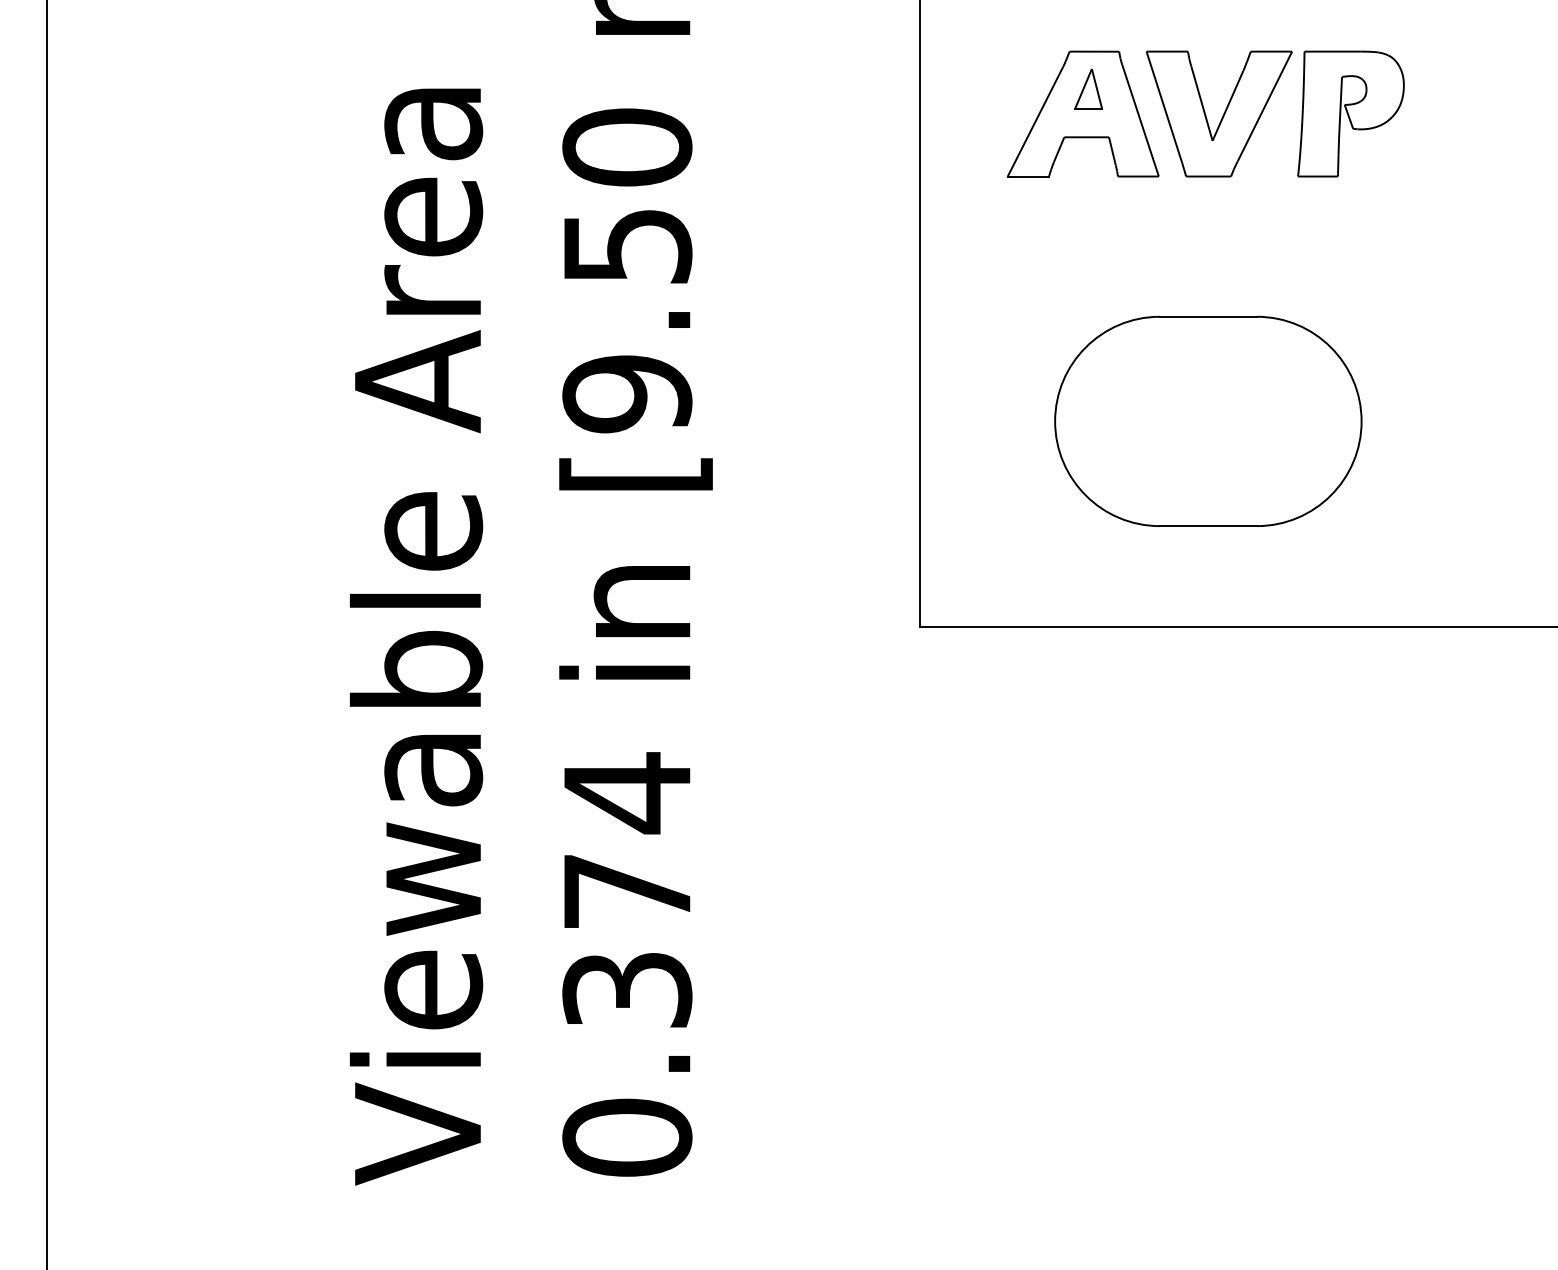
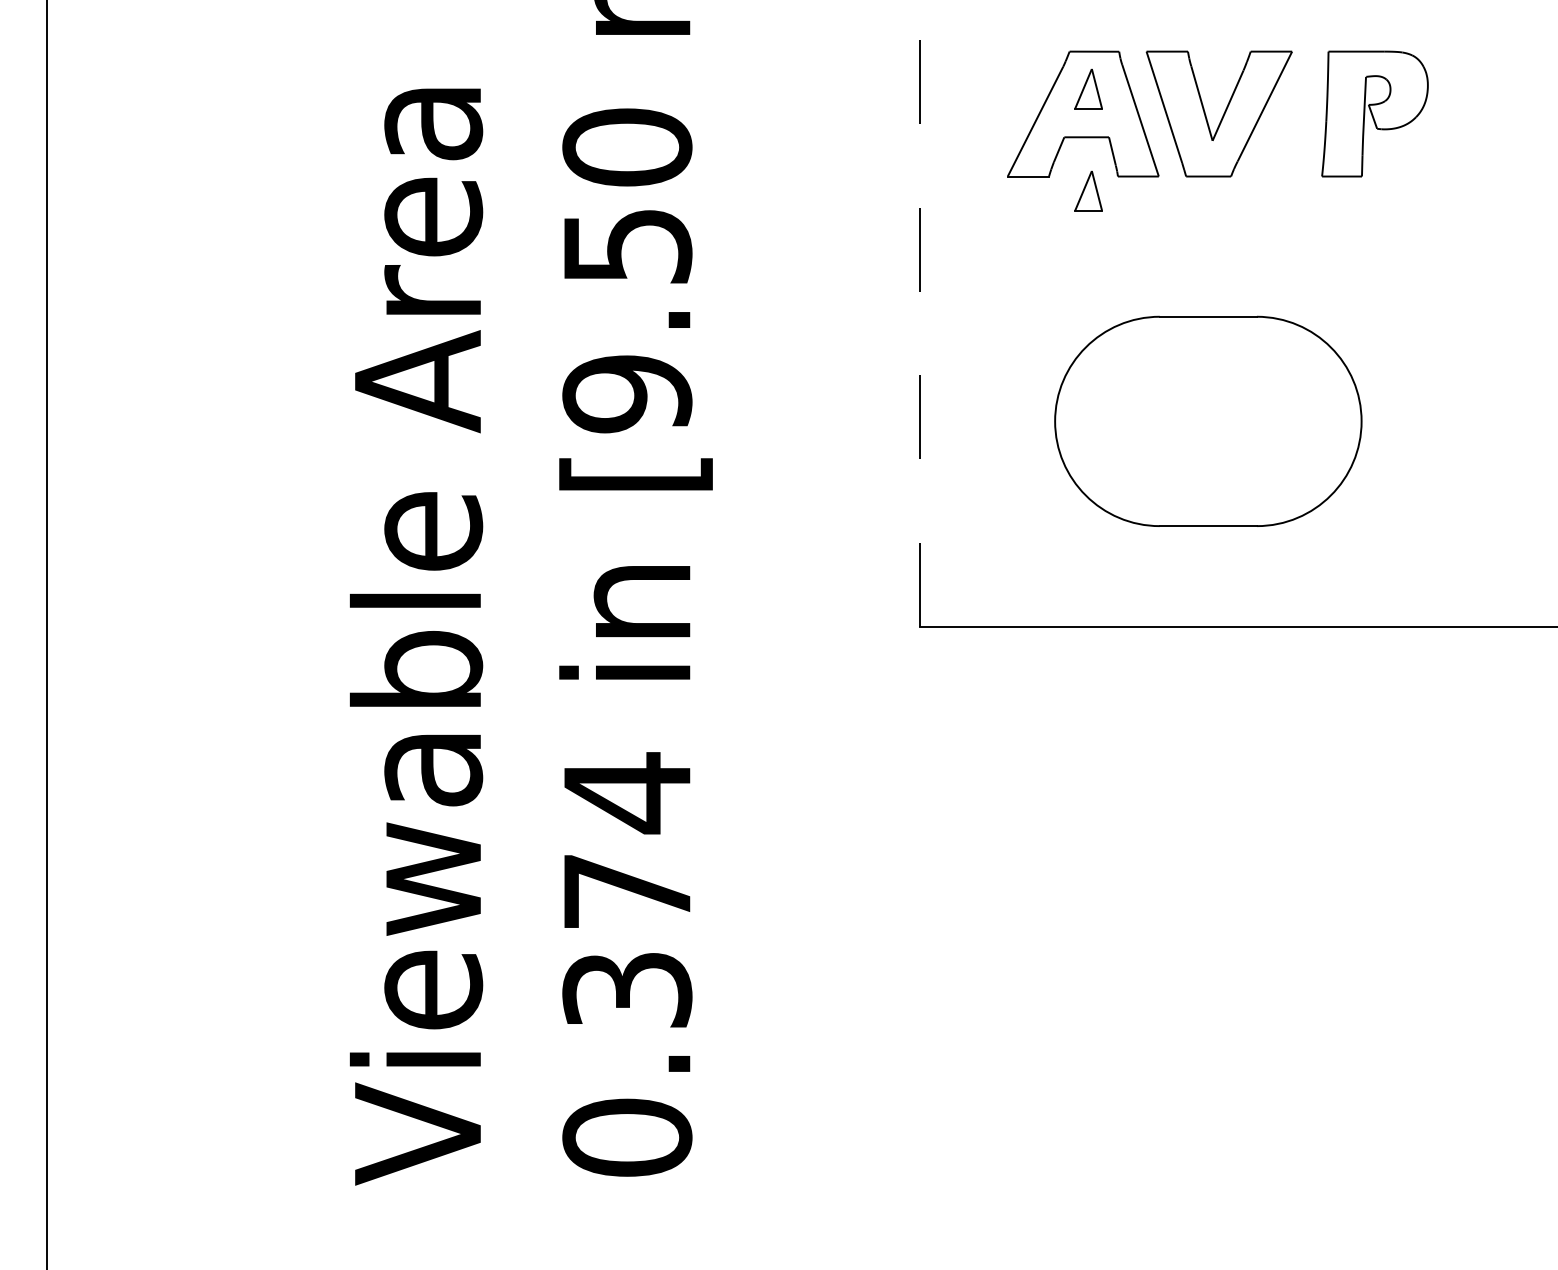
part at (1350, 113) position: (1350, 113) -> (1374, 113)
part at (1088, 190): none -> present
line at (920, 312): solid -> dashed
